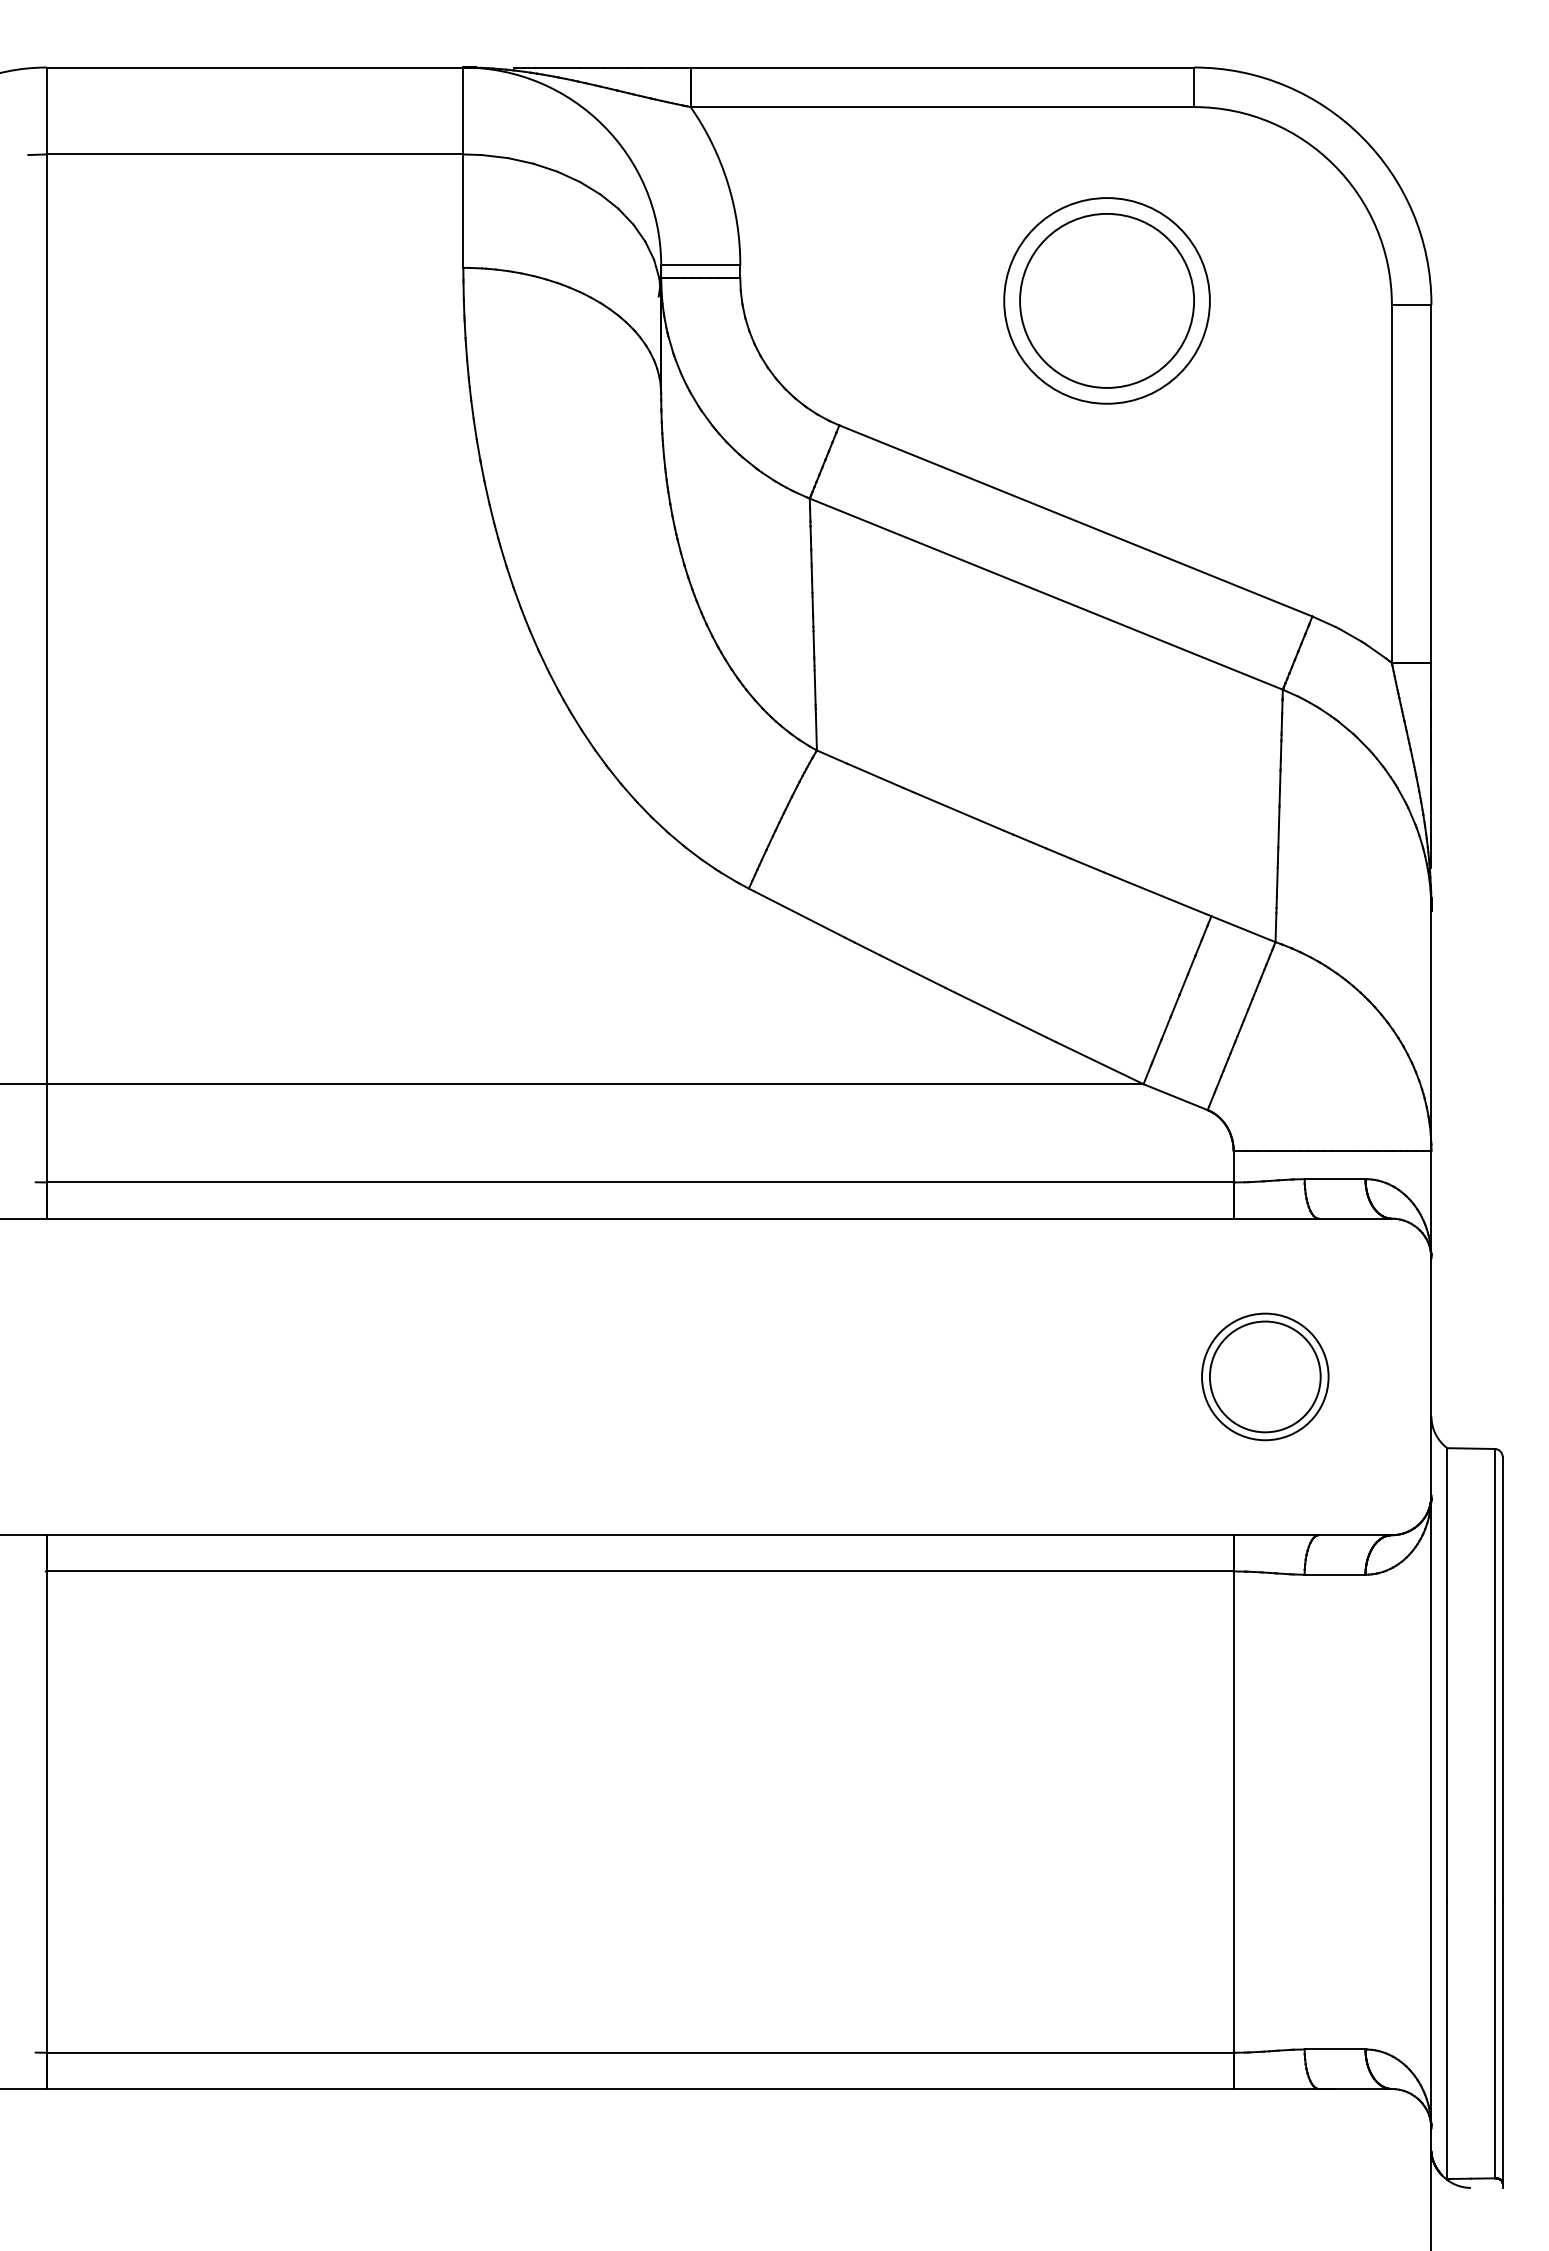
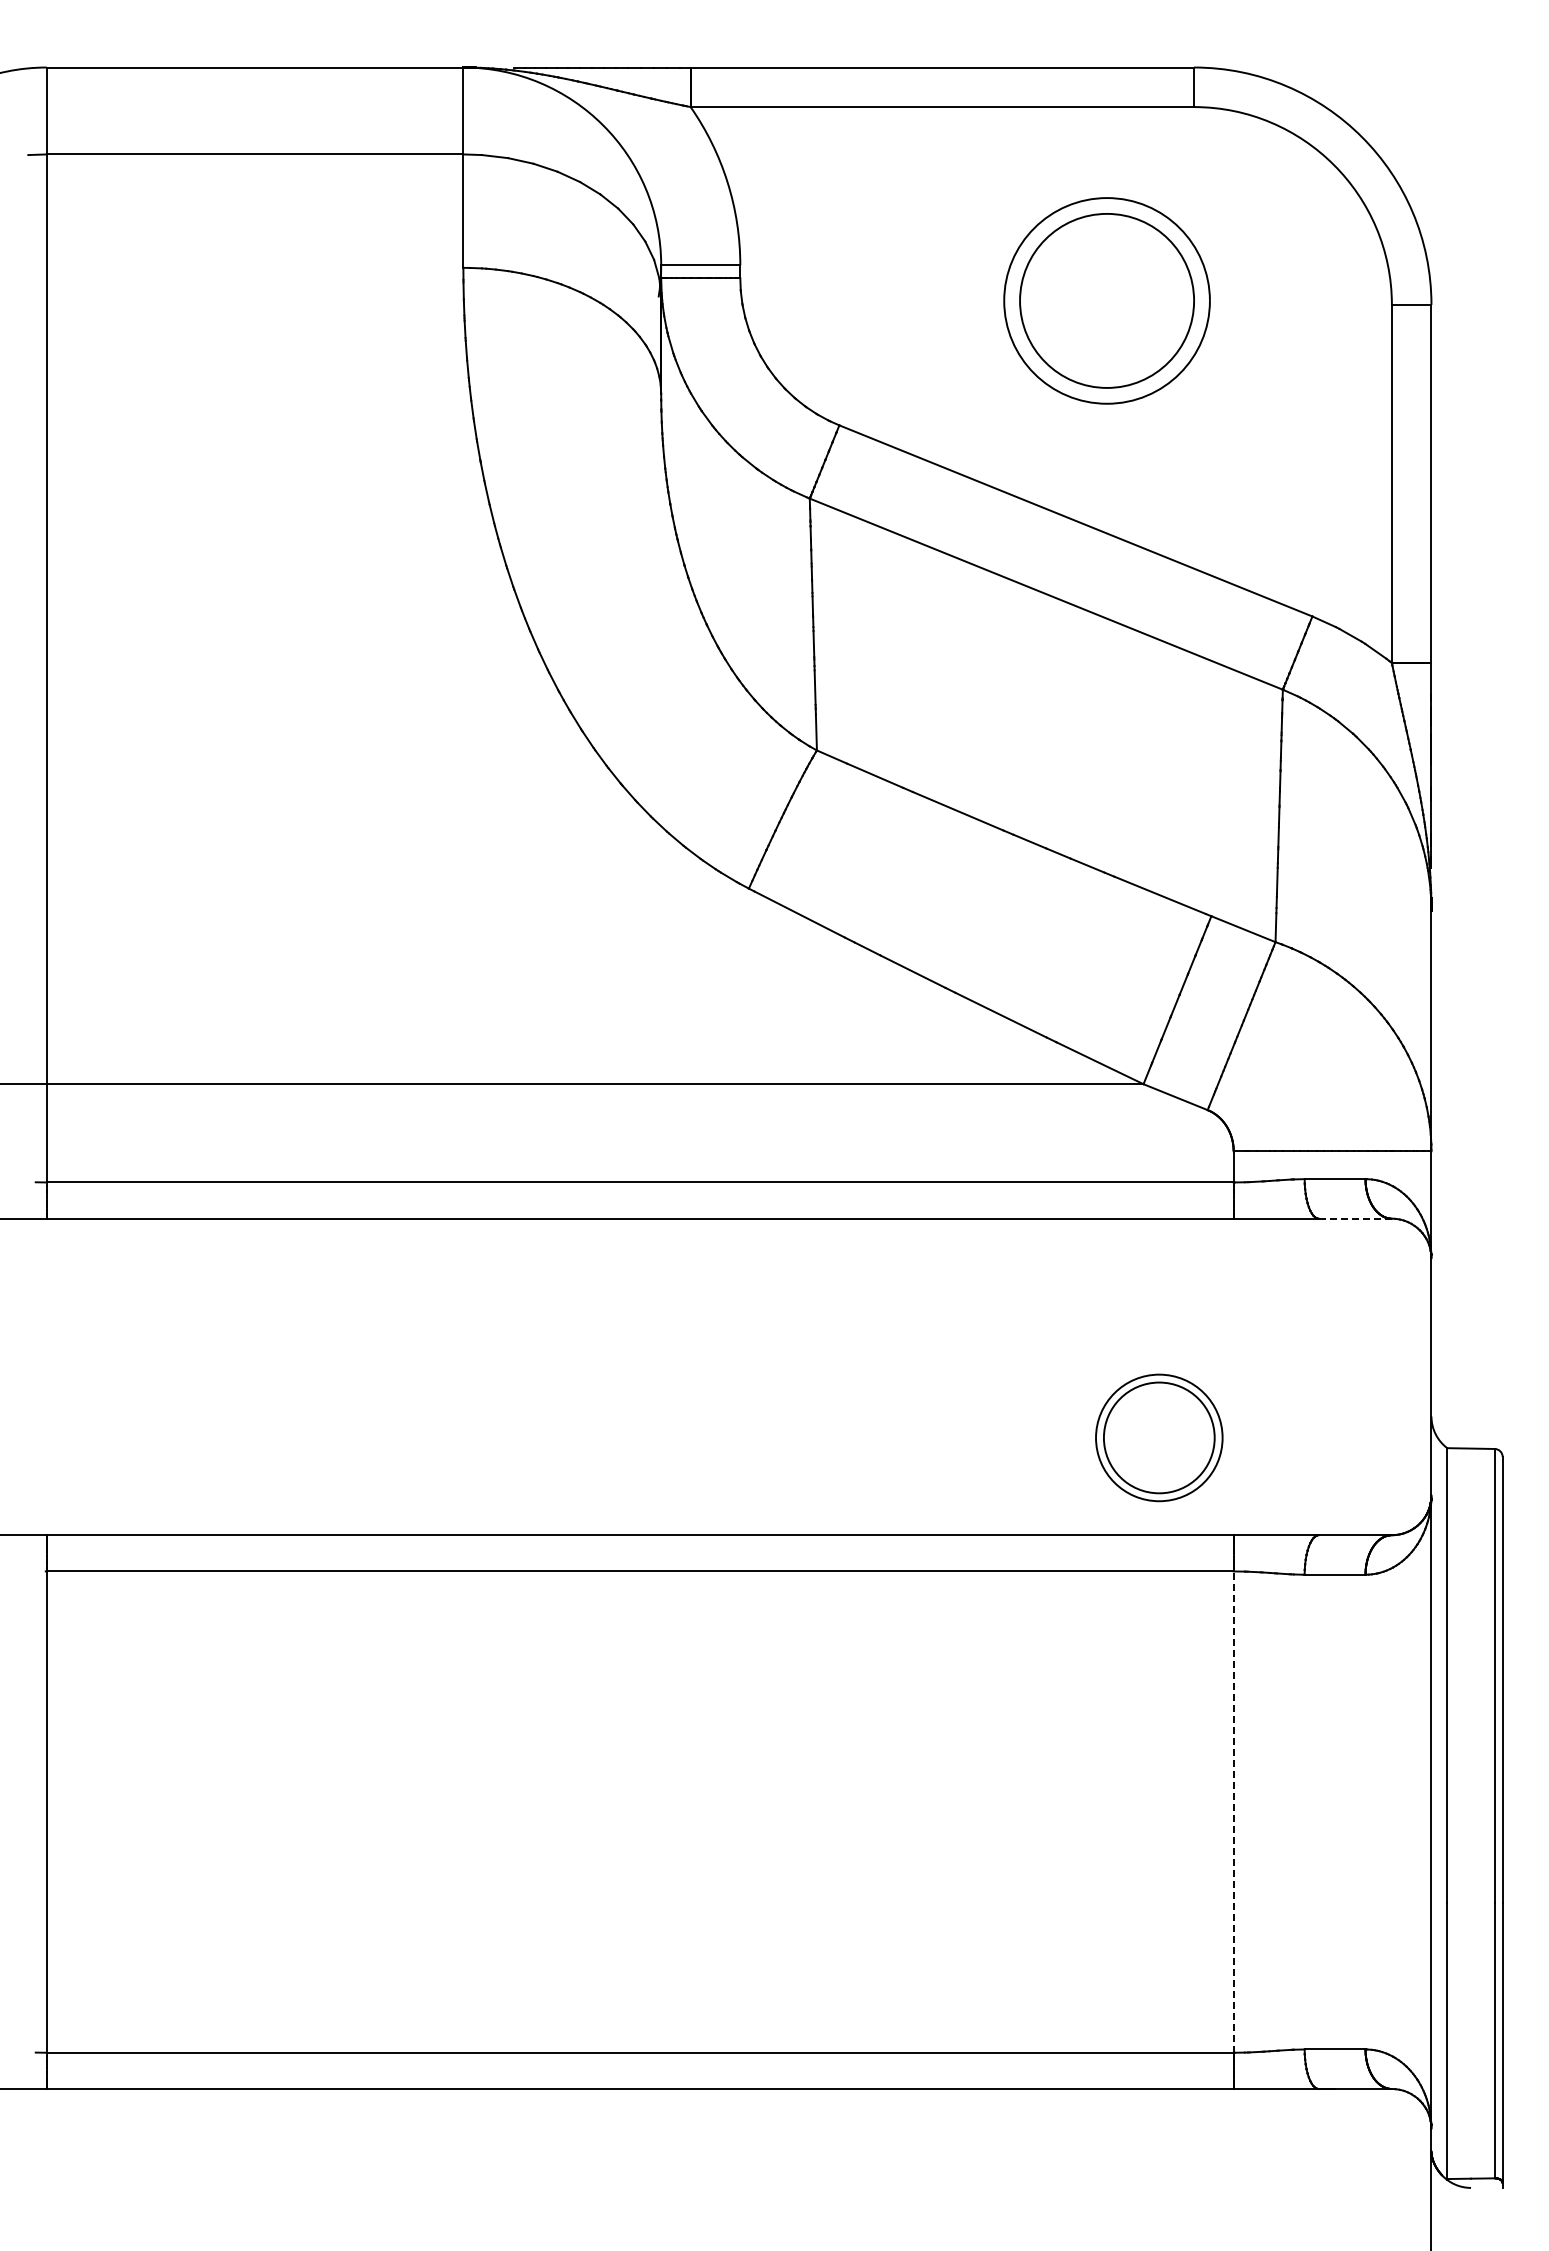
line at (1355, 1218): solid -> dashed
part at (1265, 1376) position: (1265, 1376) -> (1159, 1437)
line at (1233, 1812): solid -> dashed
